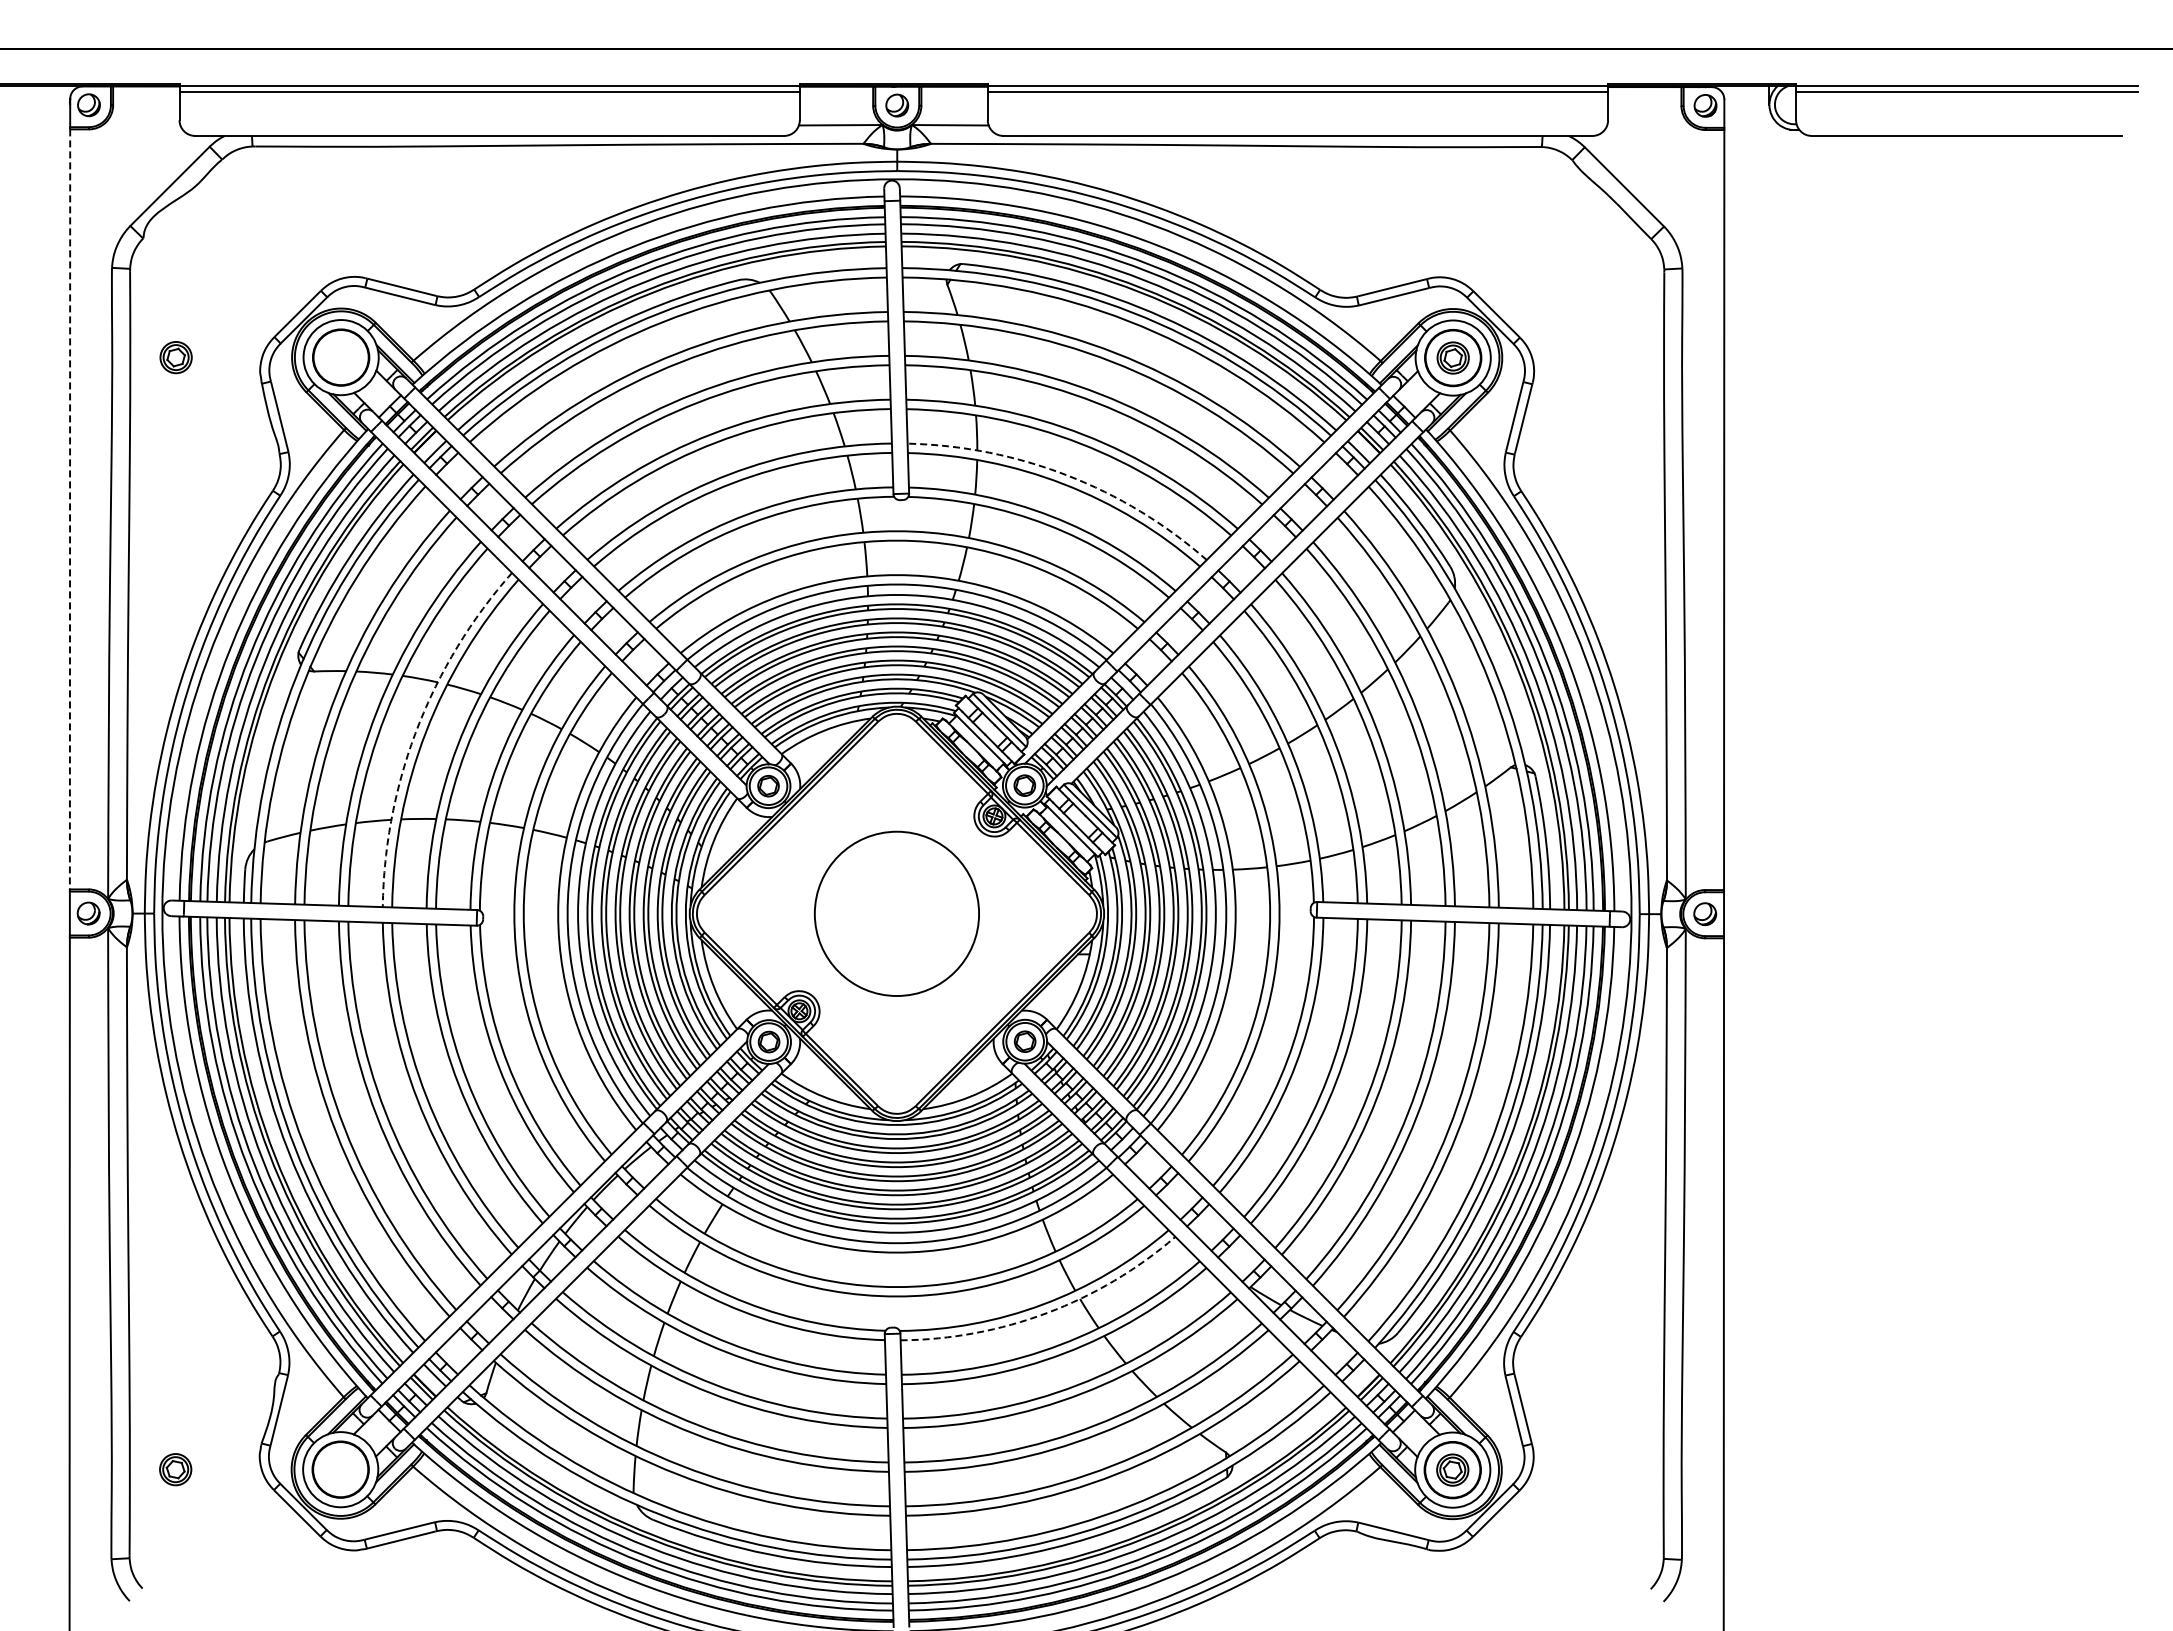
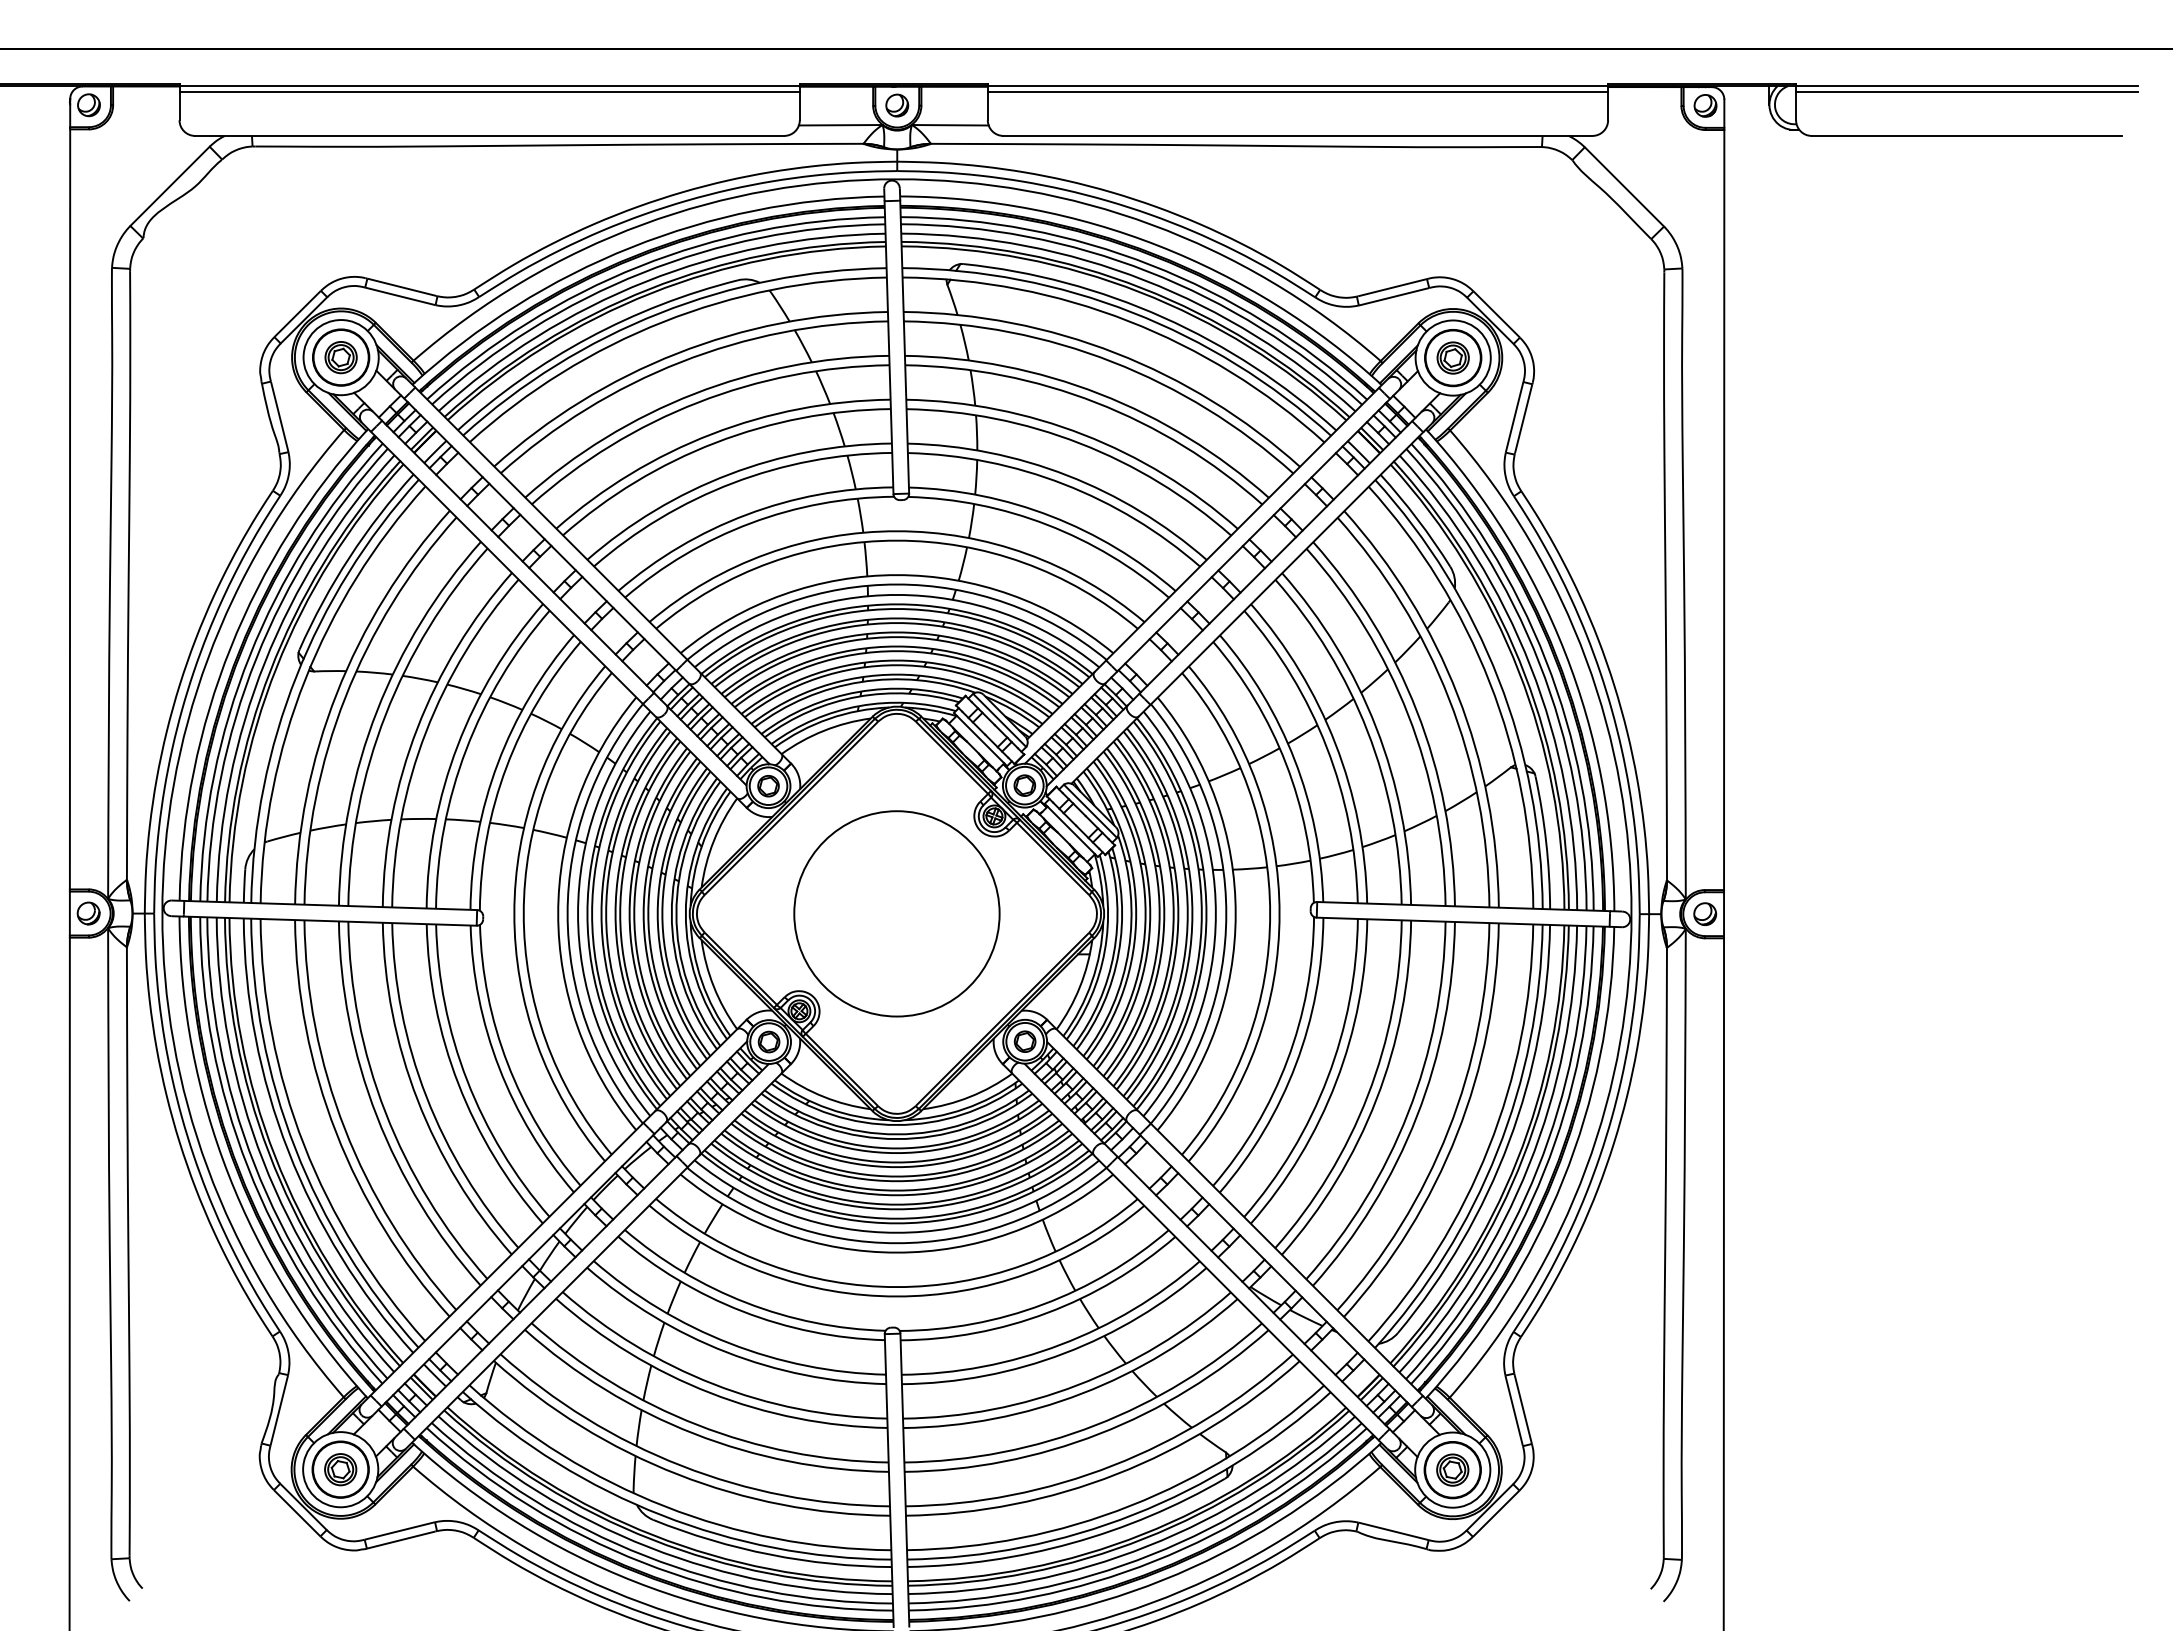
part at (175, 357) position: (175, 357) -> (340, 357)
arc at (1067, 475): dashed -> solid
line at (70, 509): dashed -> solid
arc at (417, 728): dashed -> solid
circle at (896, 913) diameter: 164 px -> 205 px
arc at (1047, 1313): dashed -> solid
part at (175, 1469) position: (175, 1469) -> (340, 1469)
